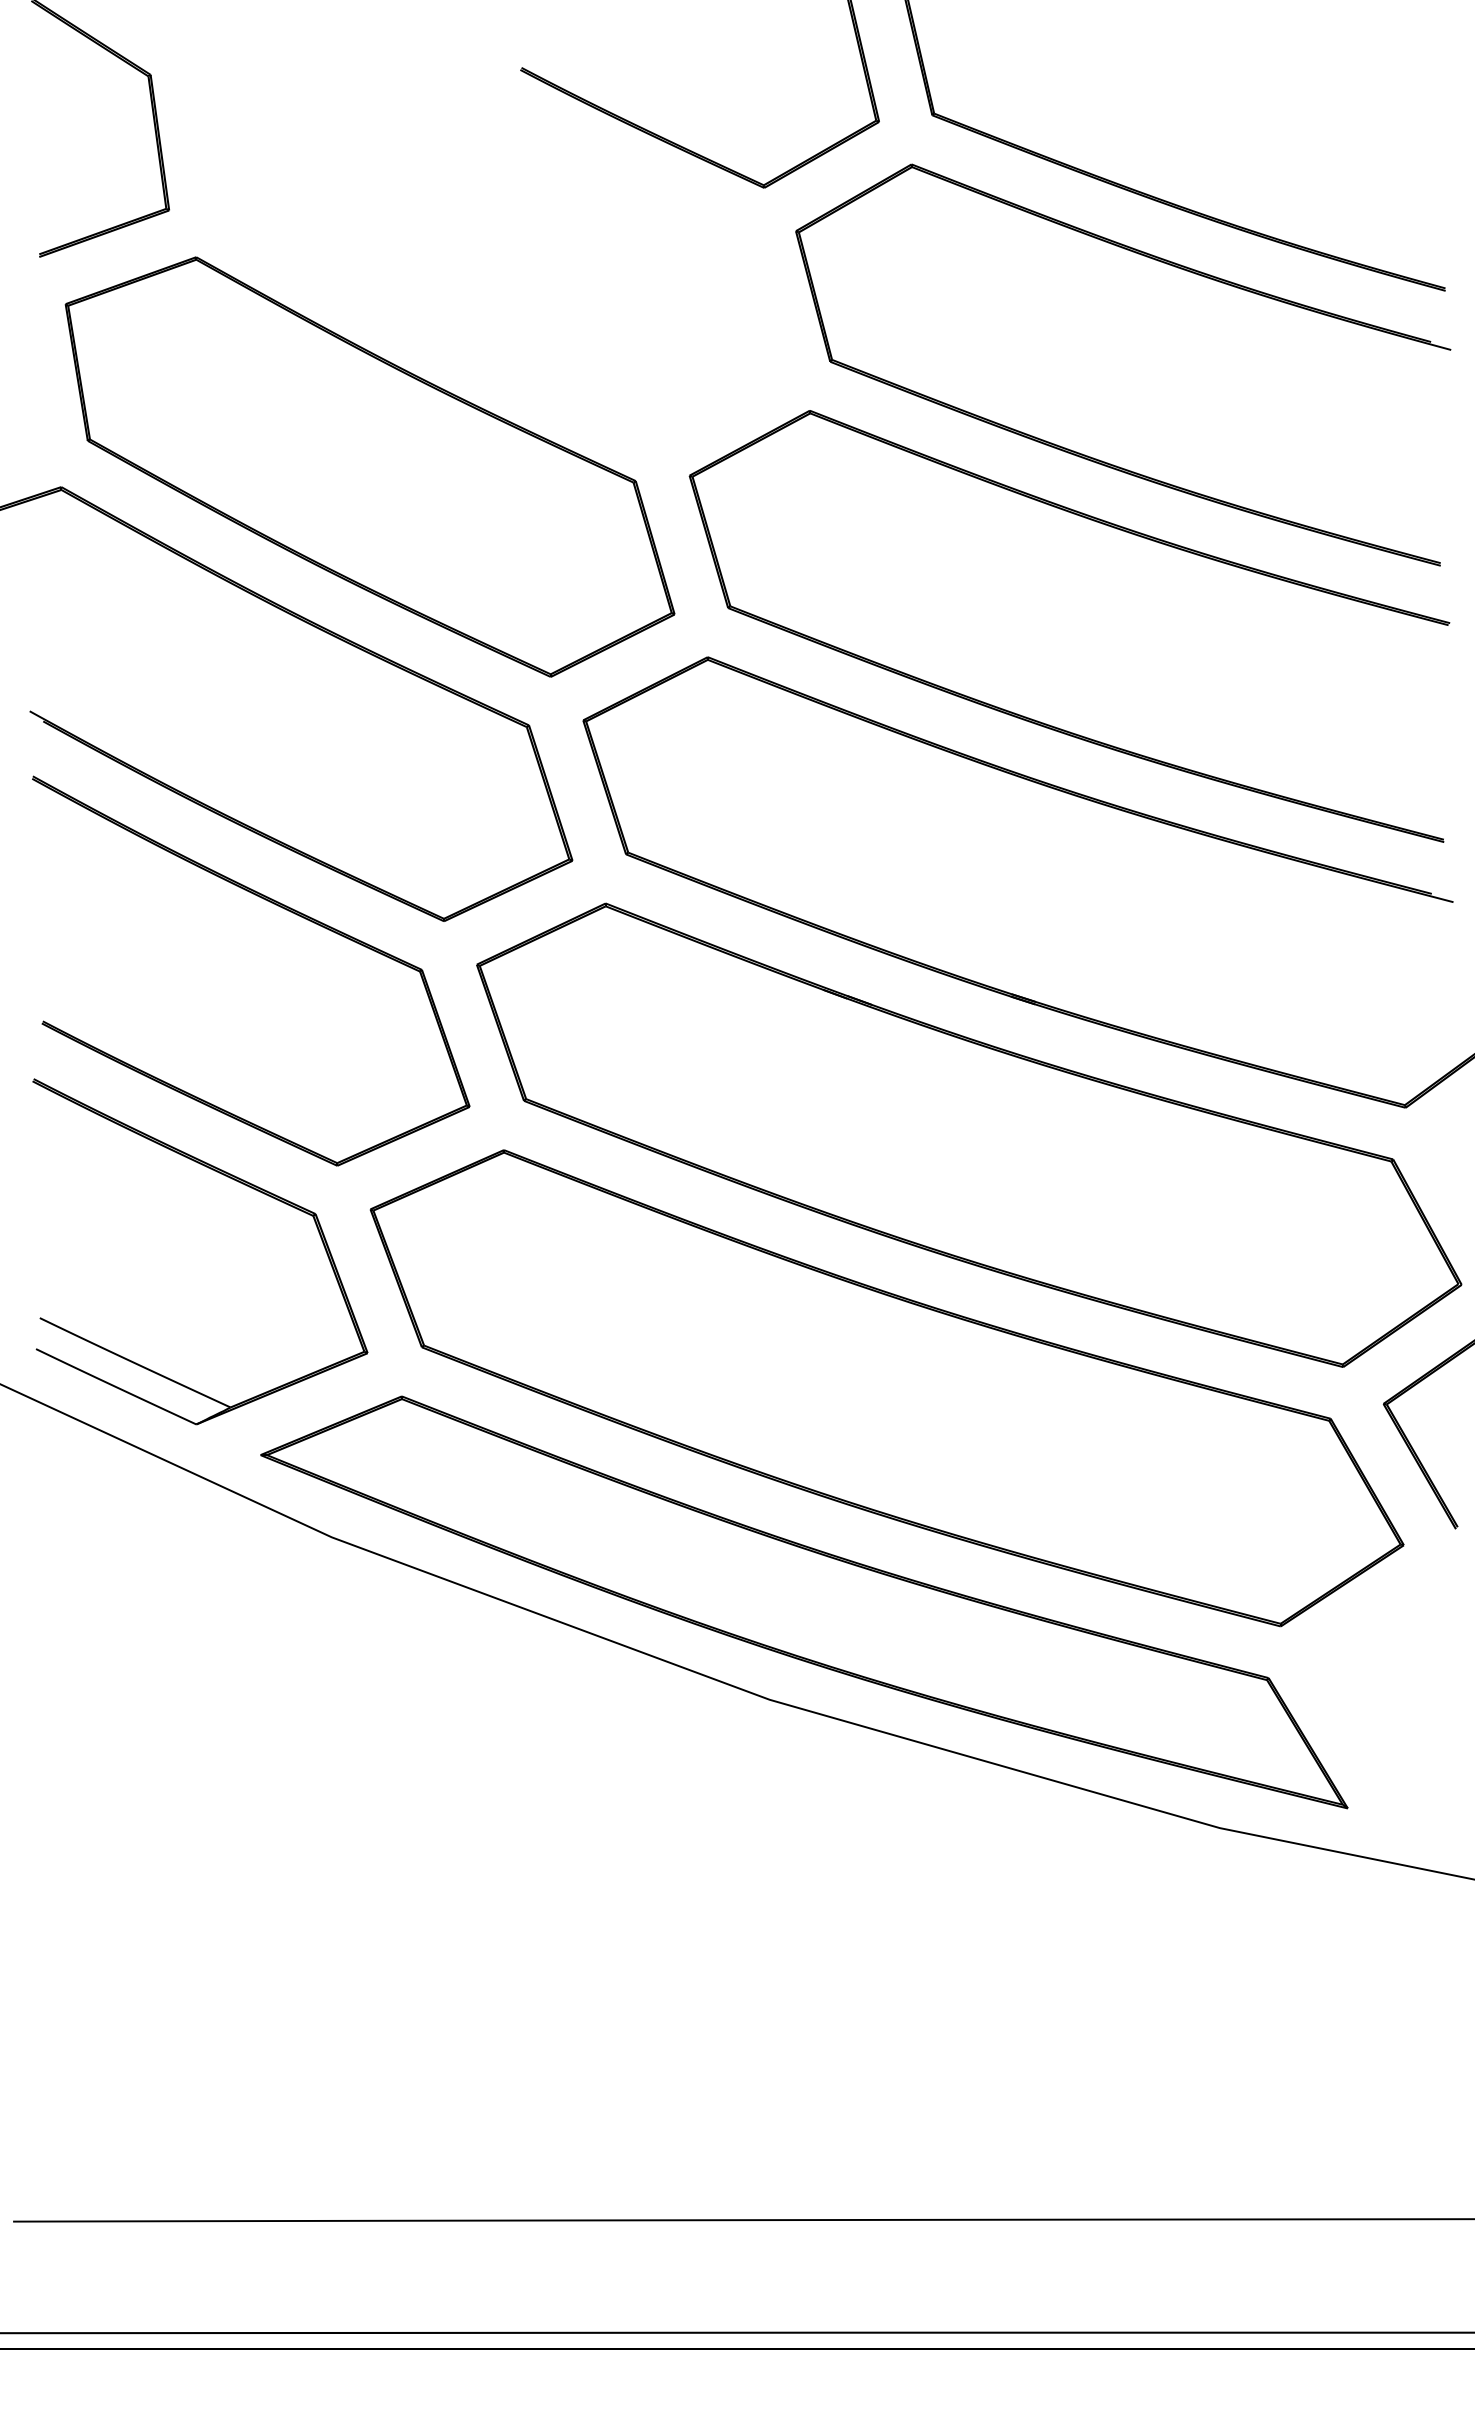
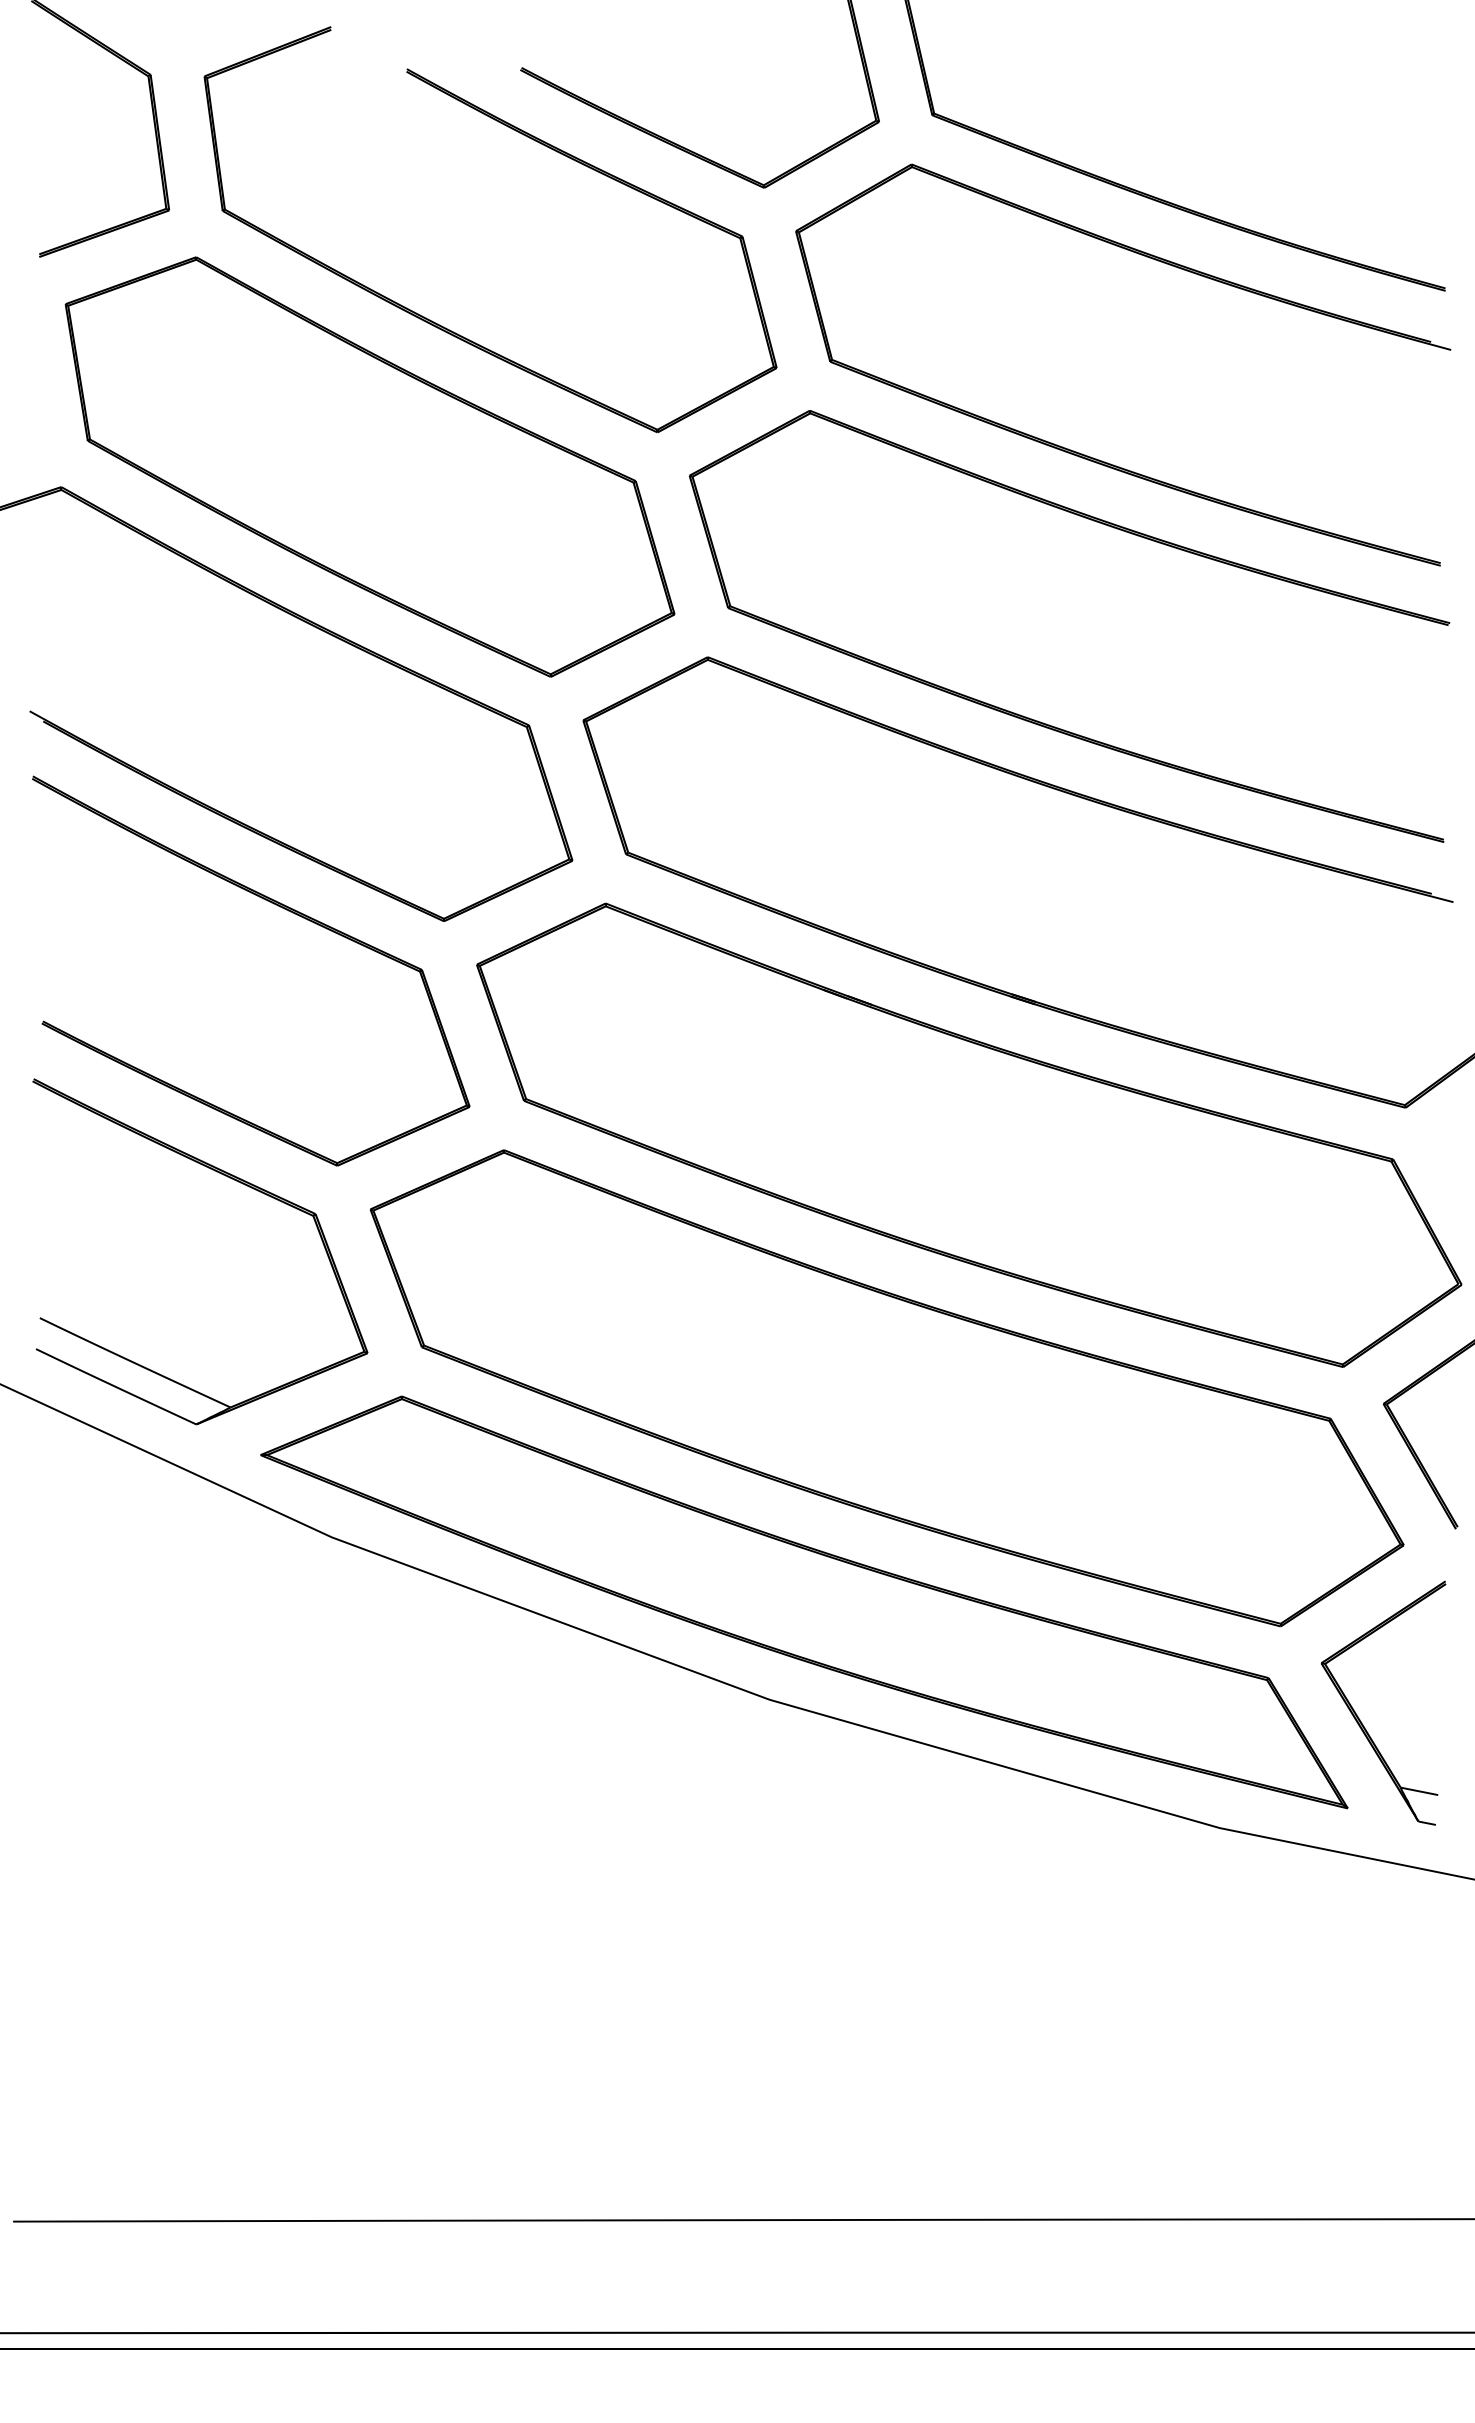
part at (535, 141): none -> present
part at (1360, 1719): none -> present
